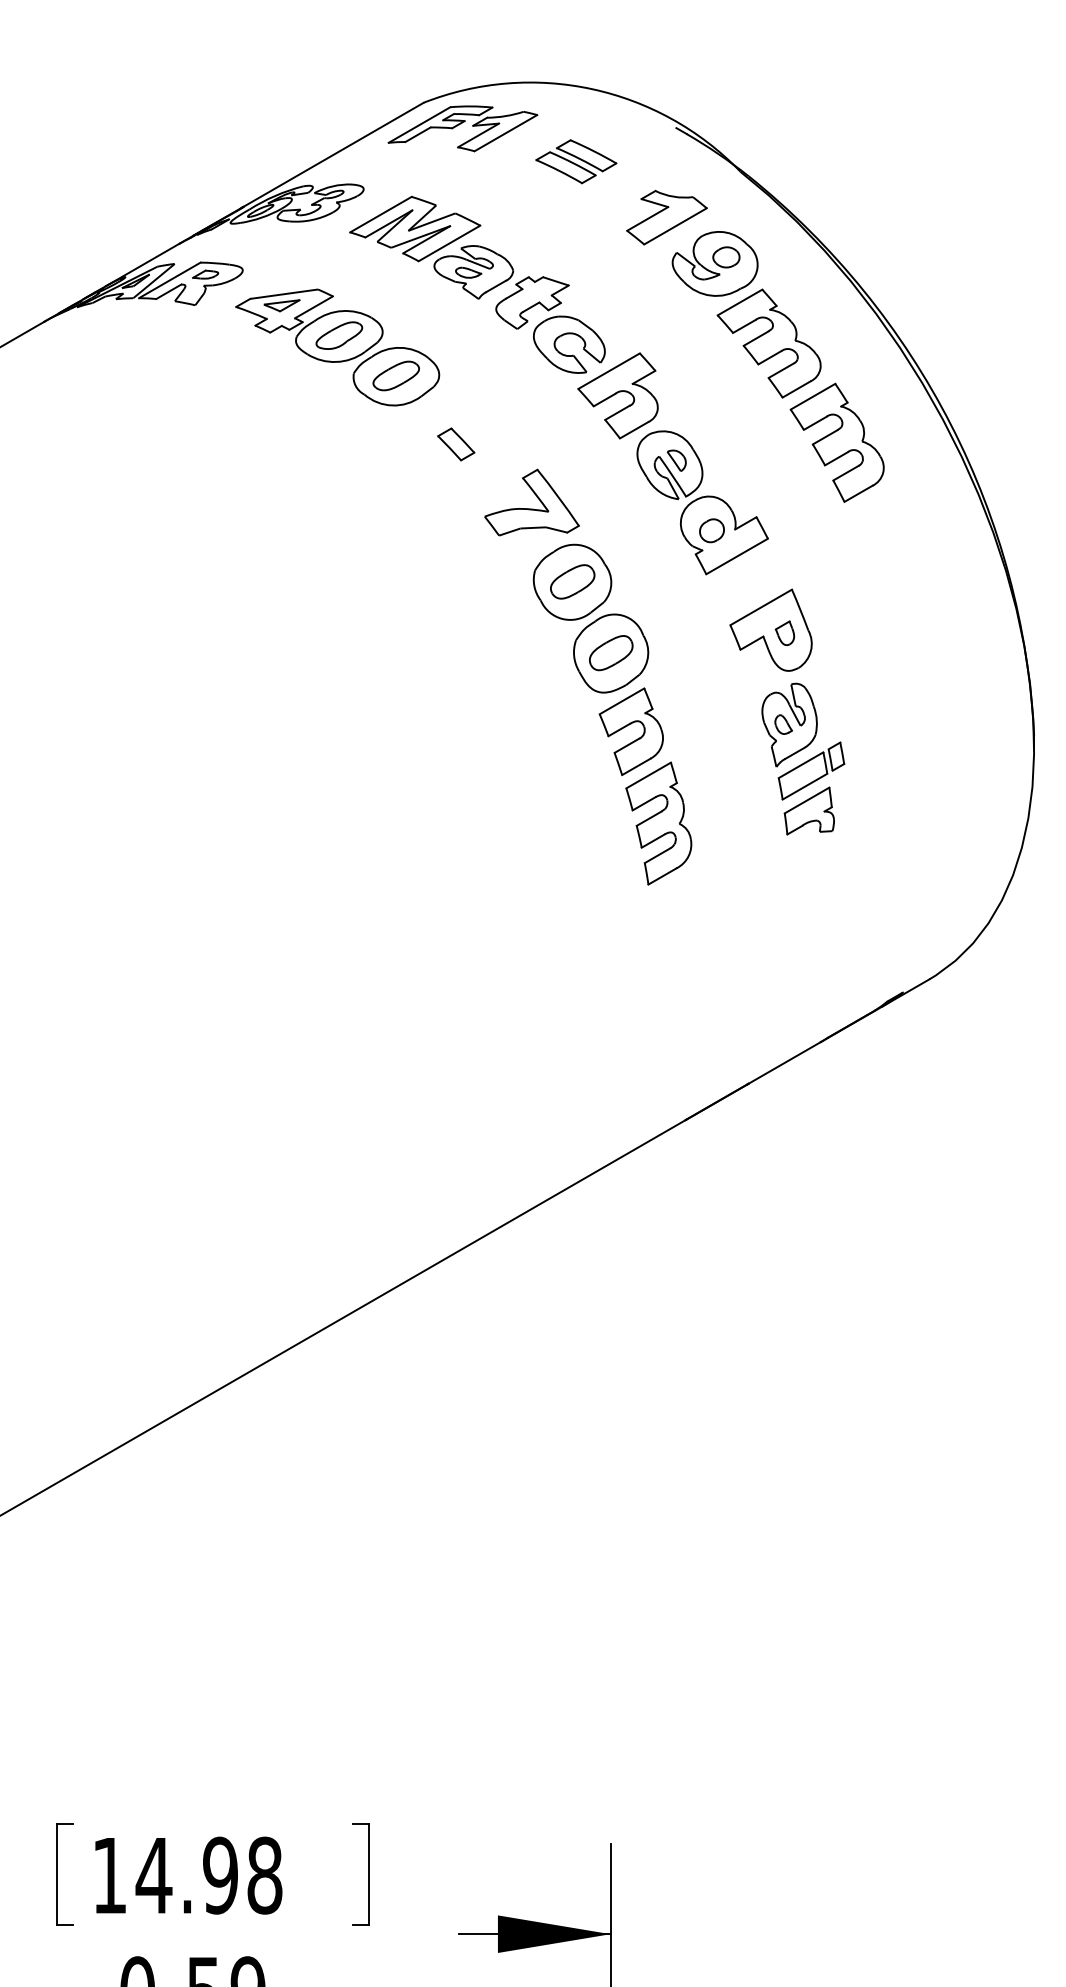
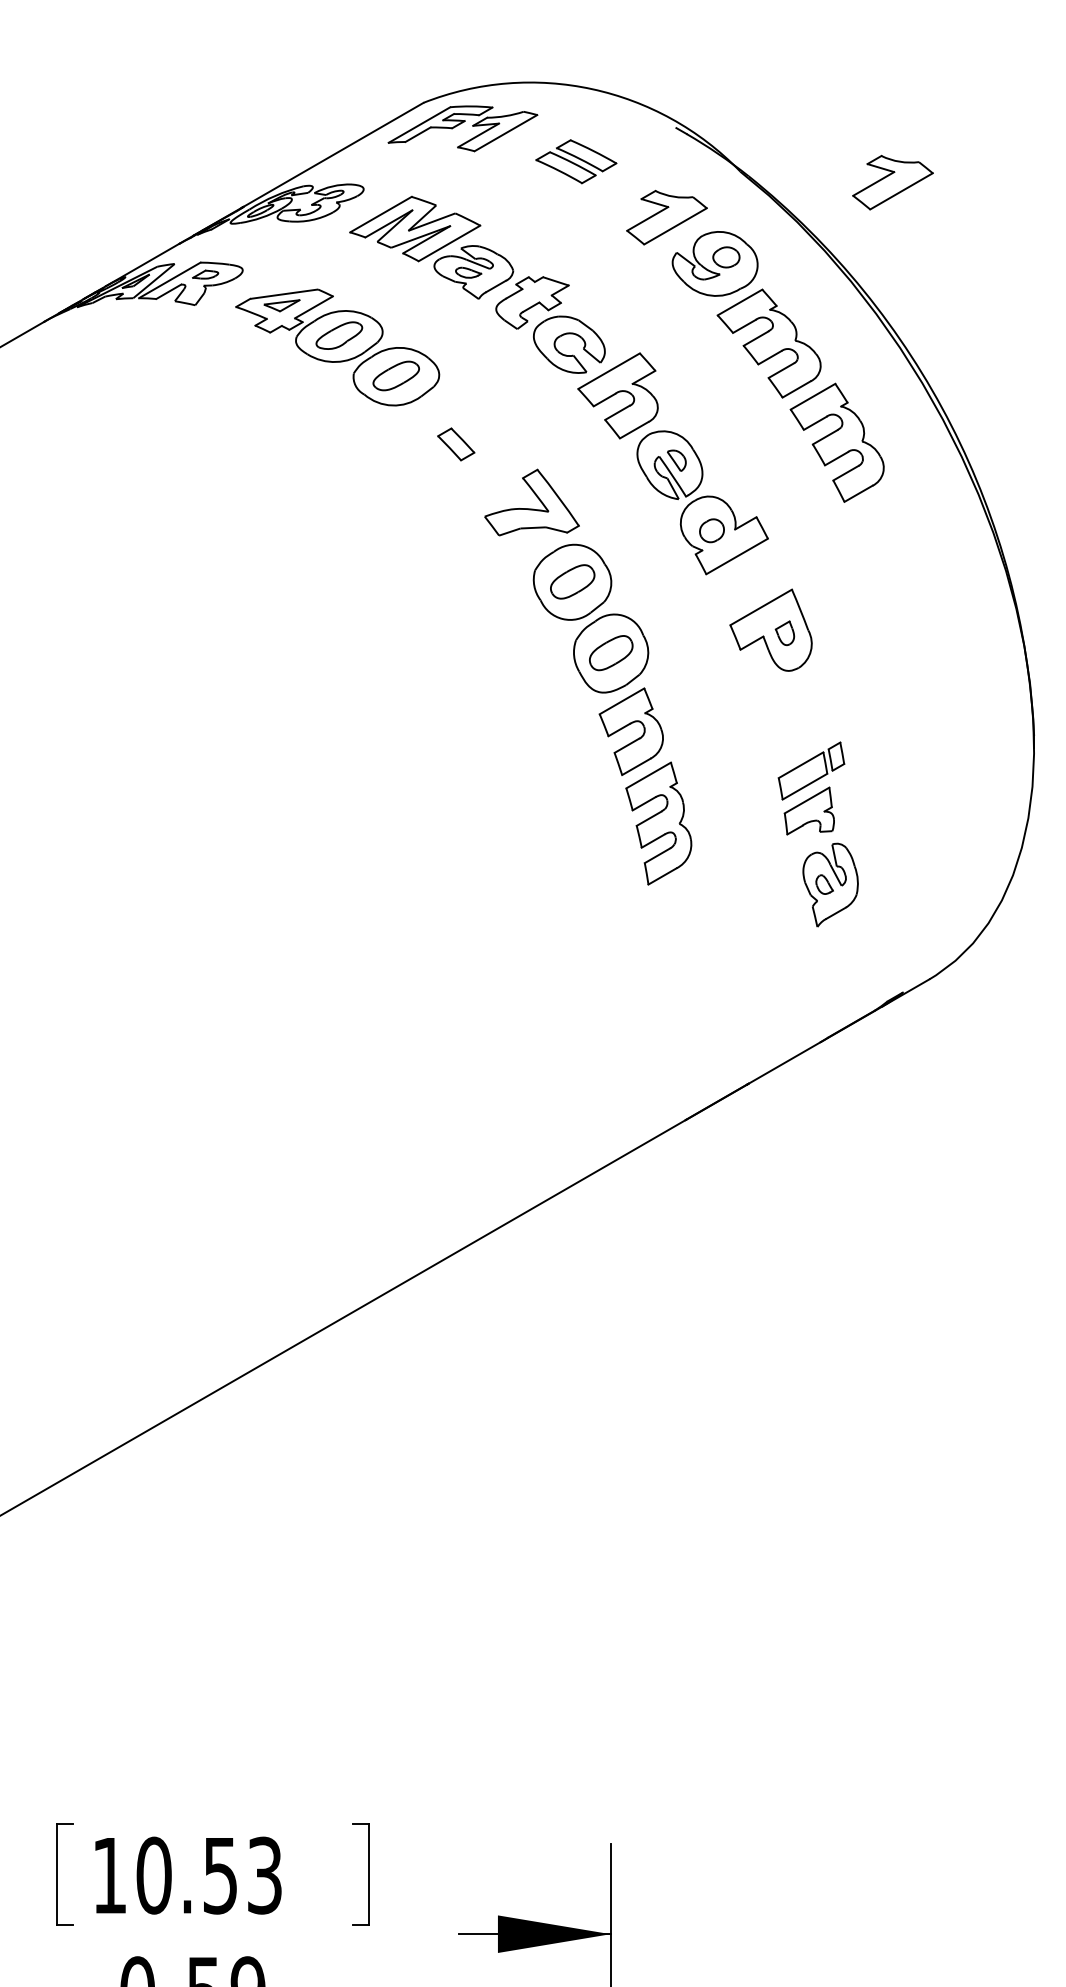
part at (892, 182): none -> present
part at (789, 724) position: (789, 724) -> (830, 884)
text at (208, 1875): 14.98 -> 10.53
